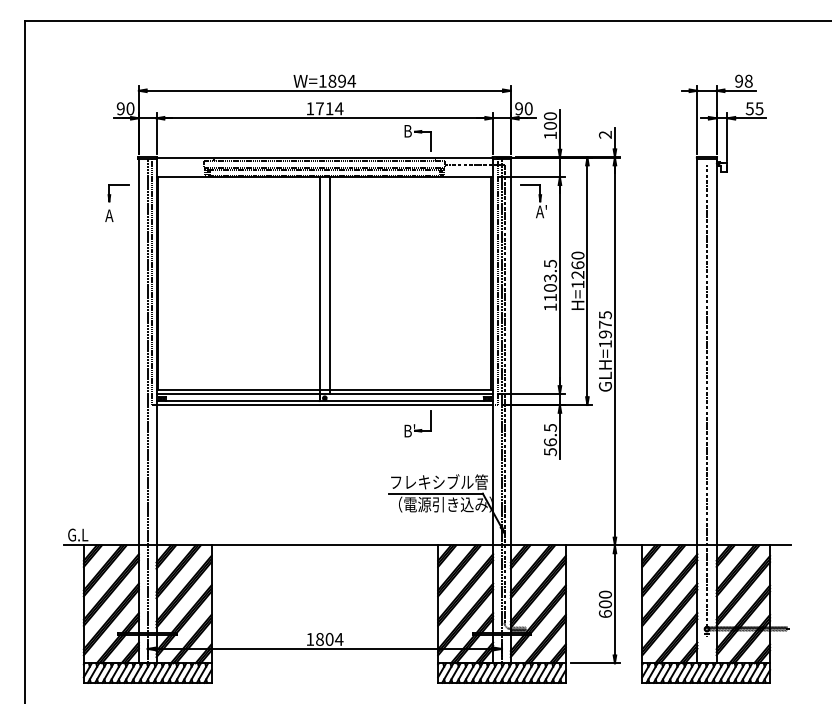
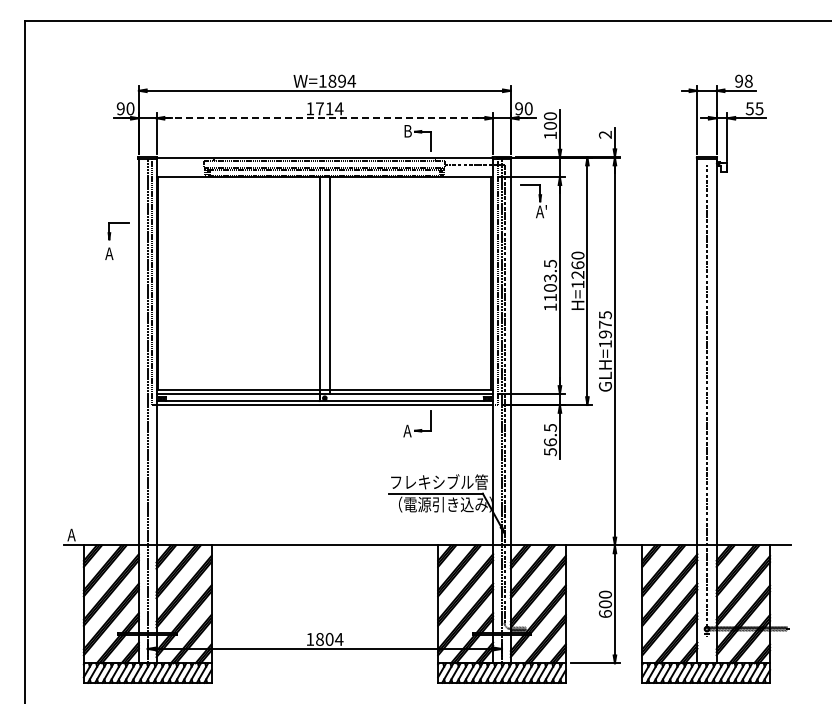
line at (325, 118): solid -> dashed
part at (110, 202) position: (110, 202) -> (110, 240)
text at (409, 430): B' -> A
text at (77, 534): G.L -> A
